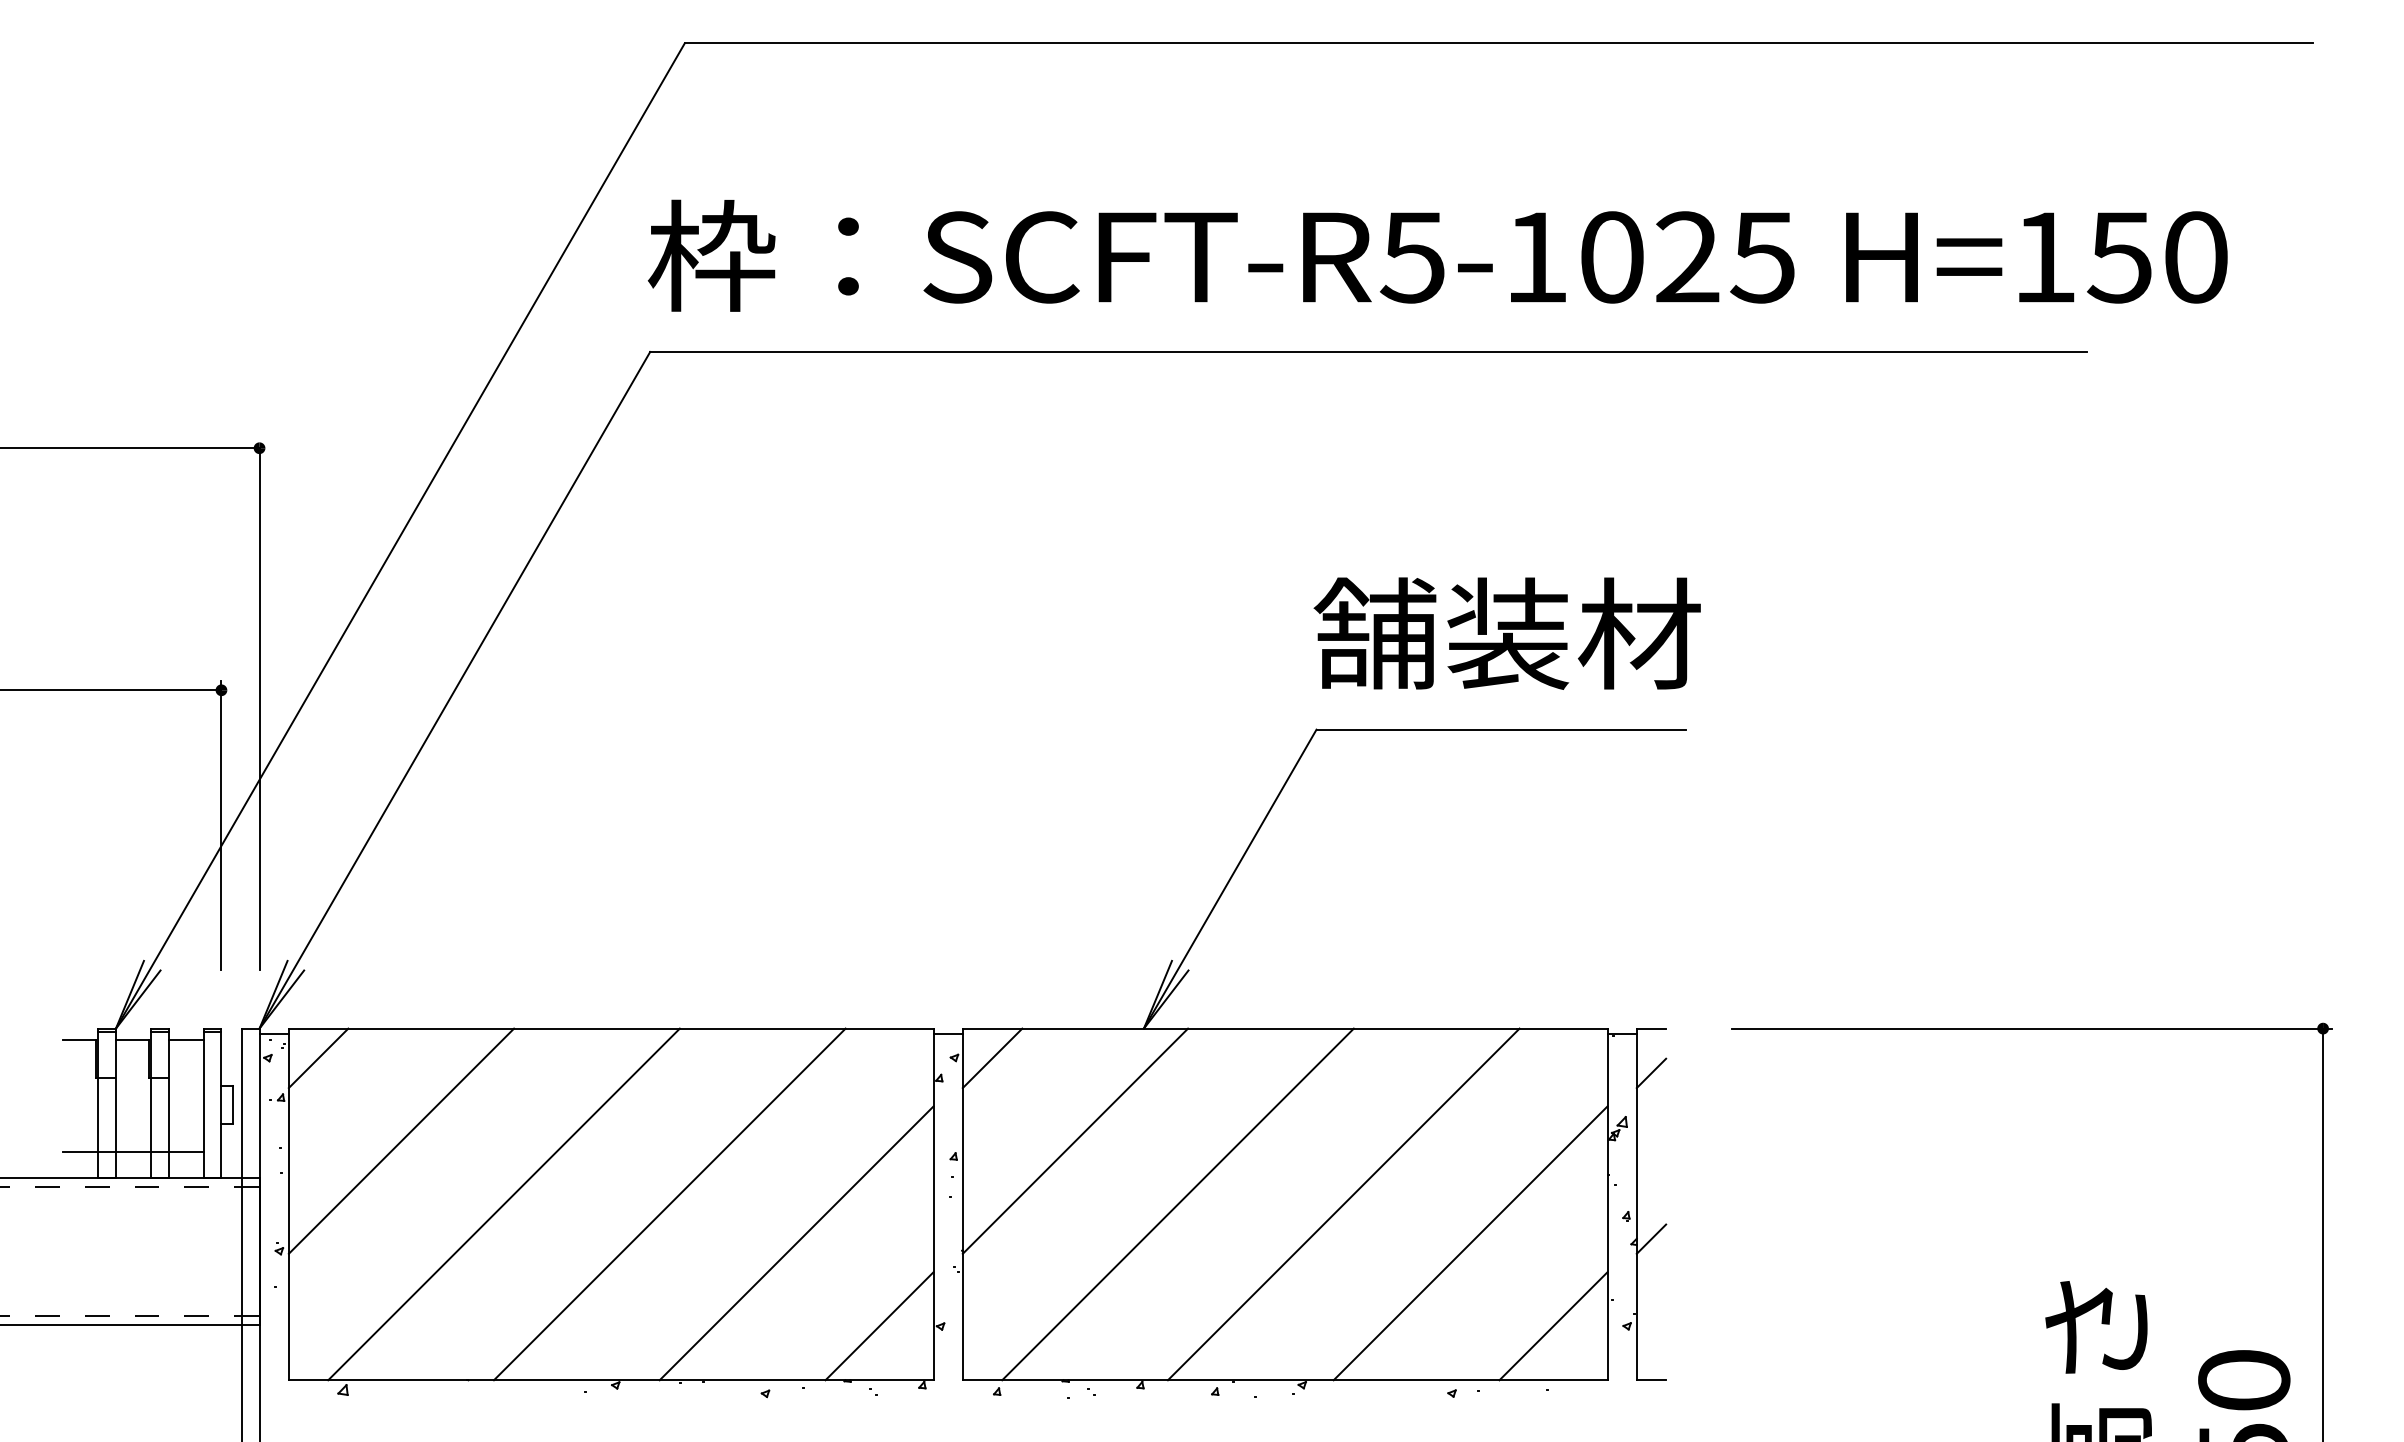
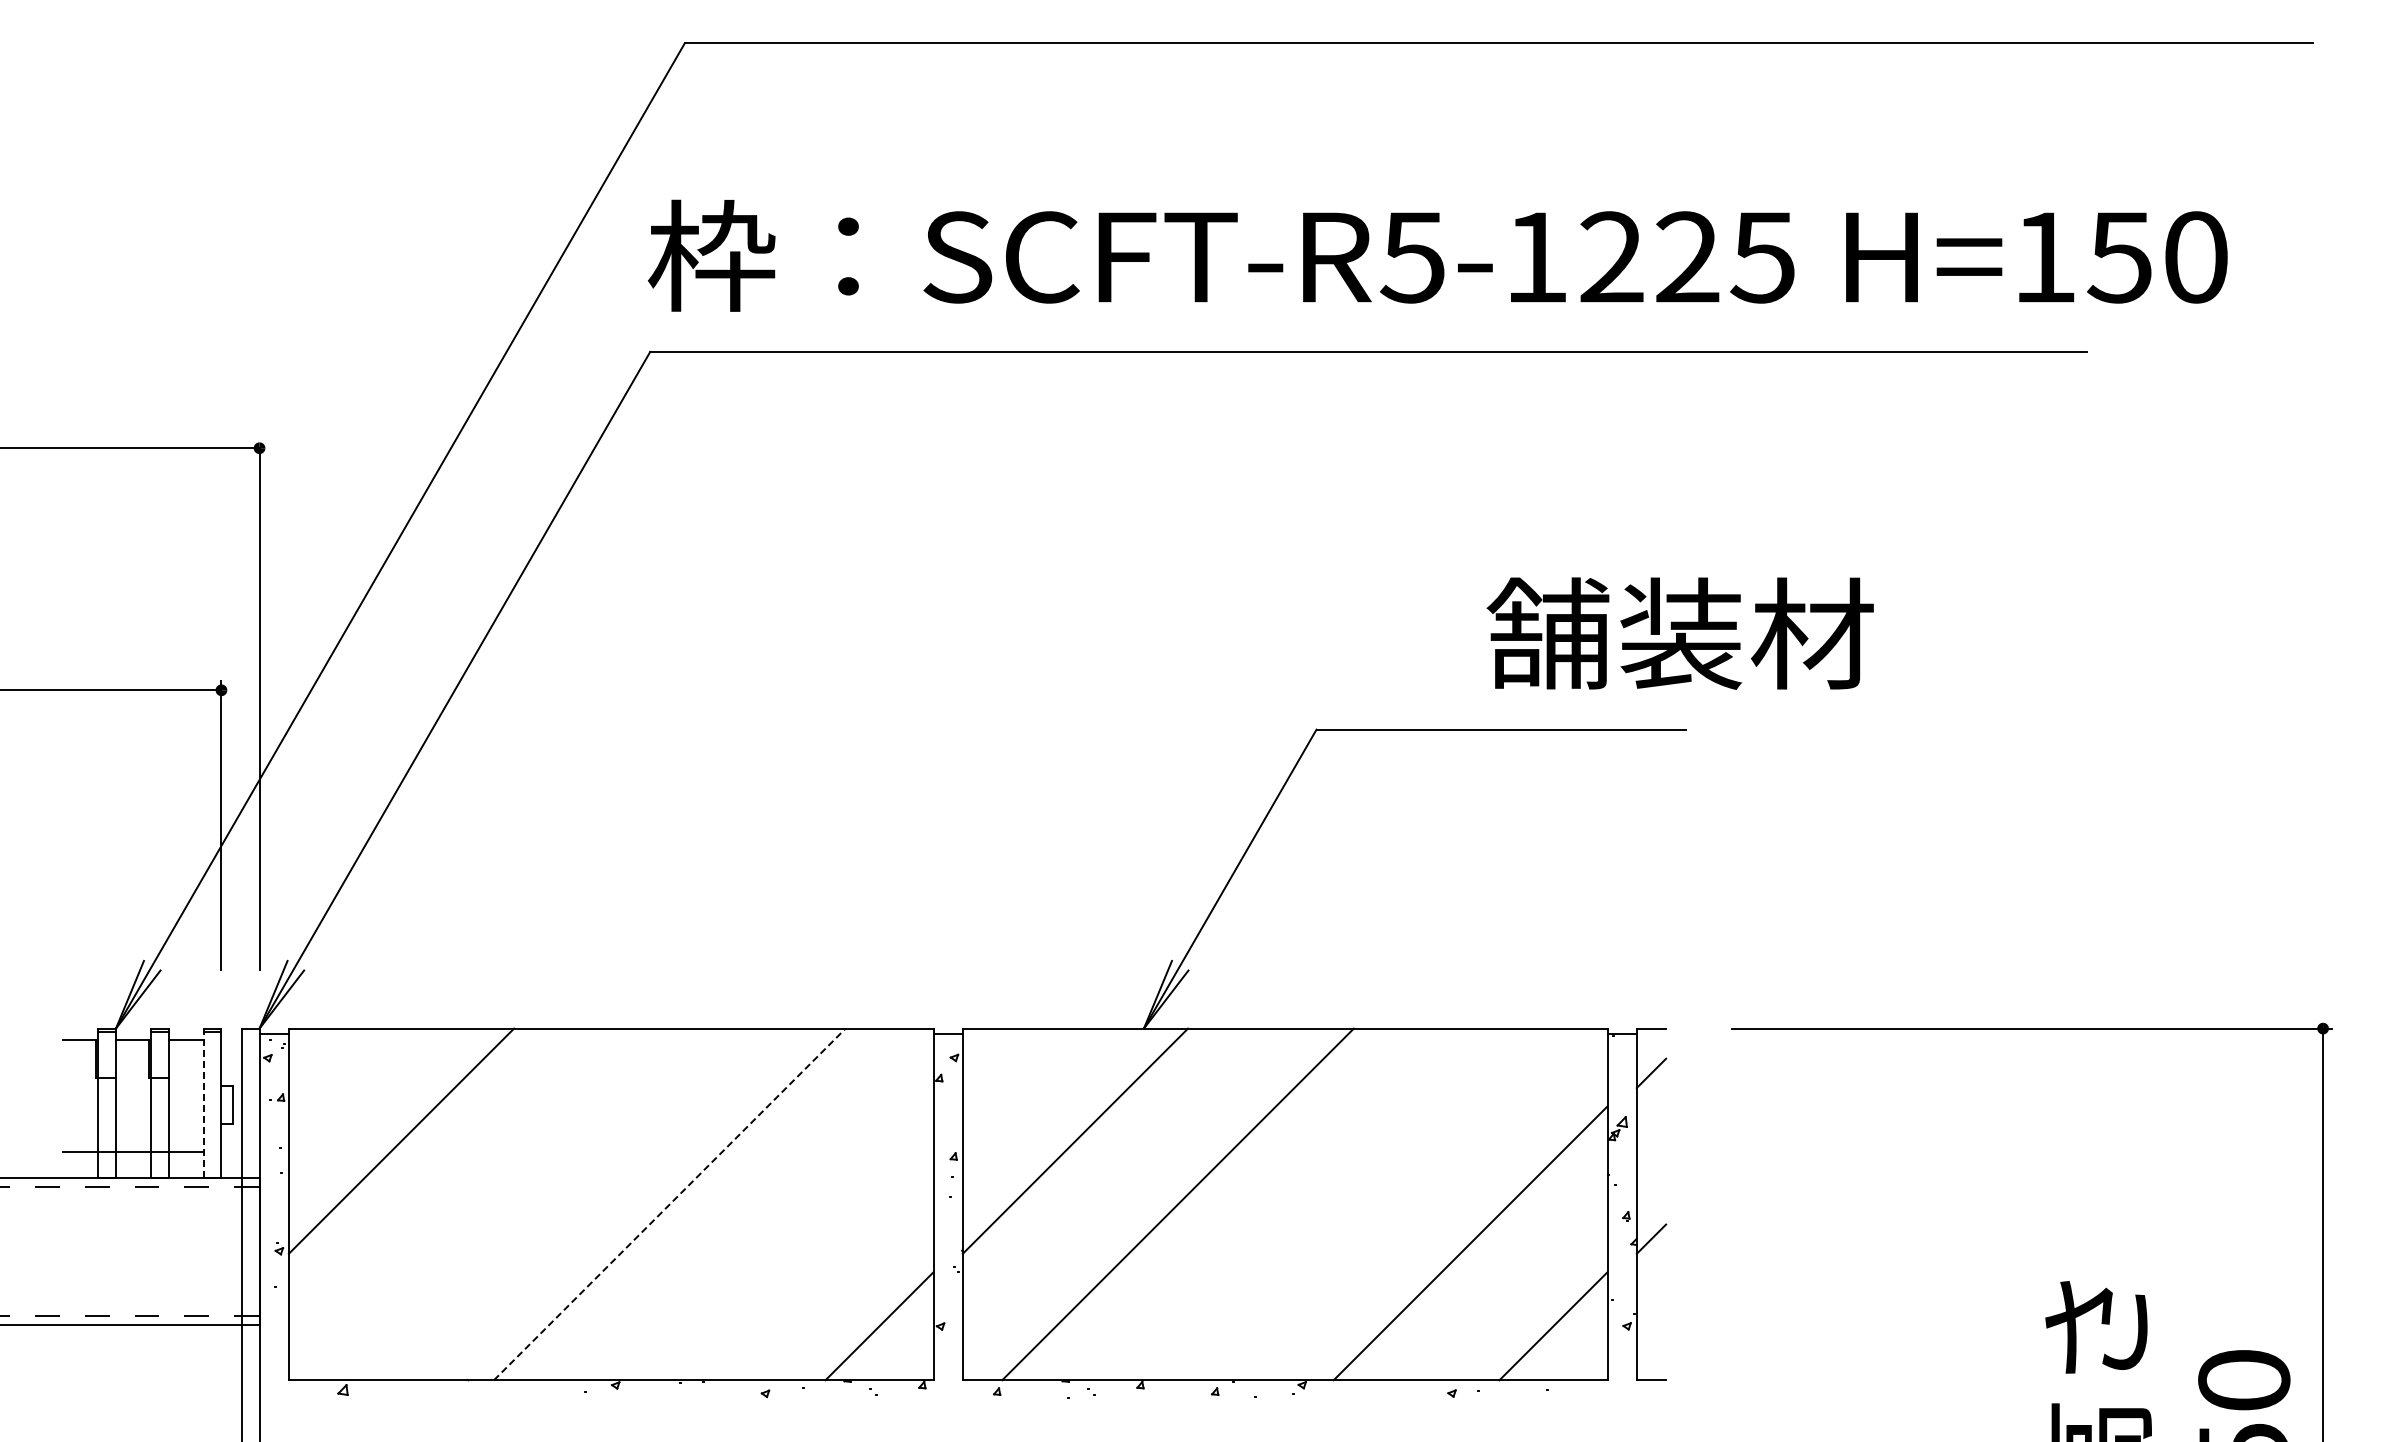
text at (1611, 257): SCFT-R5-1025 -> SCFT-R5-1225
text at (1506, 633) position: (1506, 633) -> (1679, 633)
line at (318, 1058): present -> none
line at (992, 1058): present -> none
line at (203, 1103): solid -> dashed
line at (503, 1204): present -> none
line at (669, 1204): solid -> dashed
line at (1343, 1204): present -> none
line at (796, 1243): present -> none
